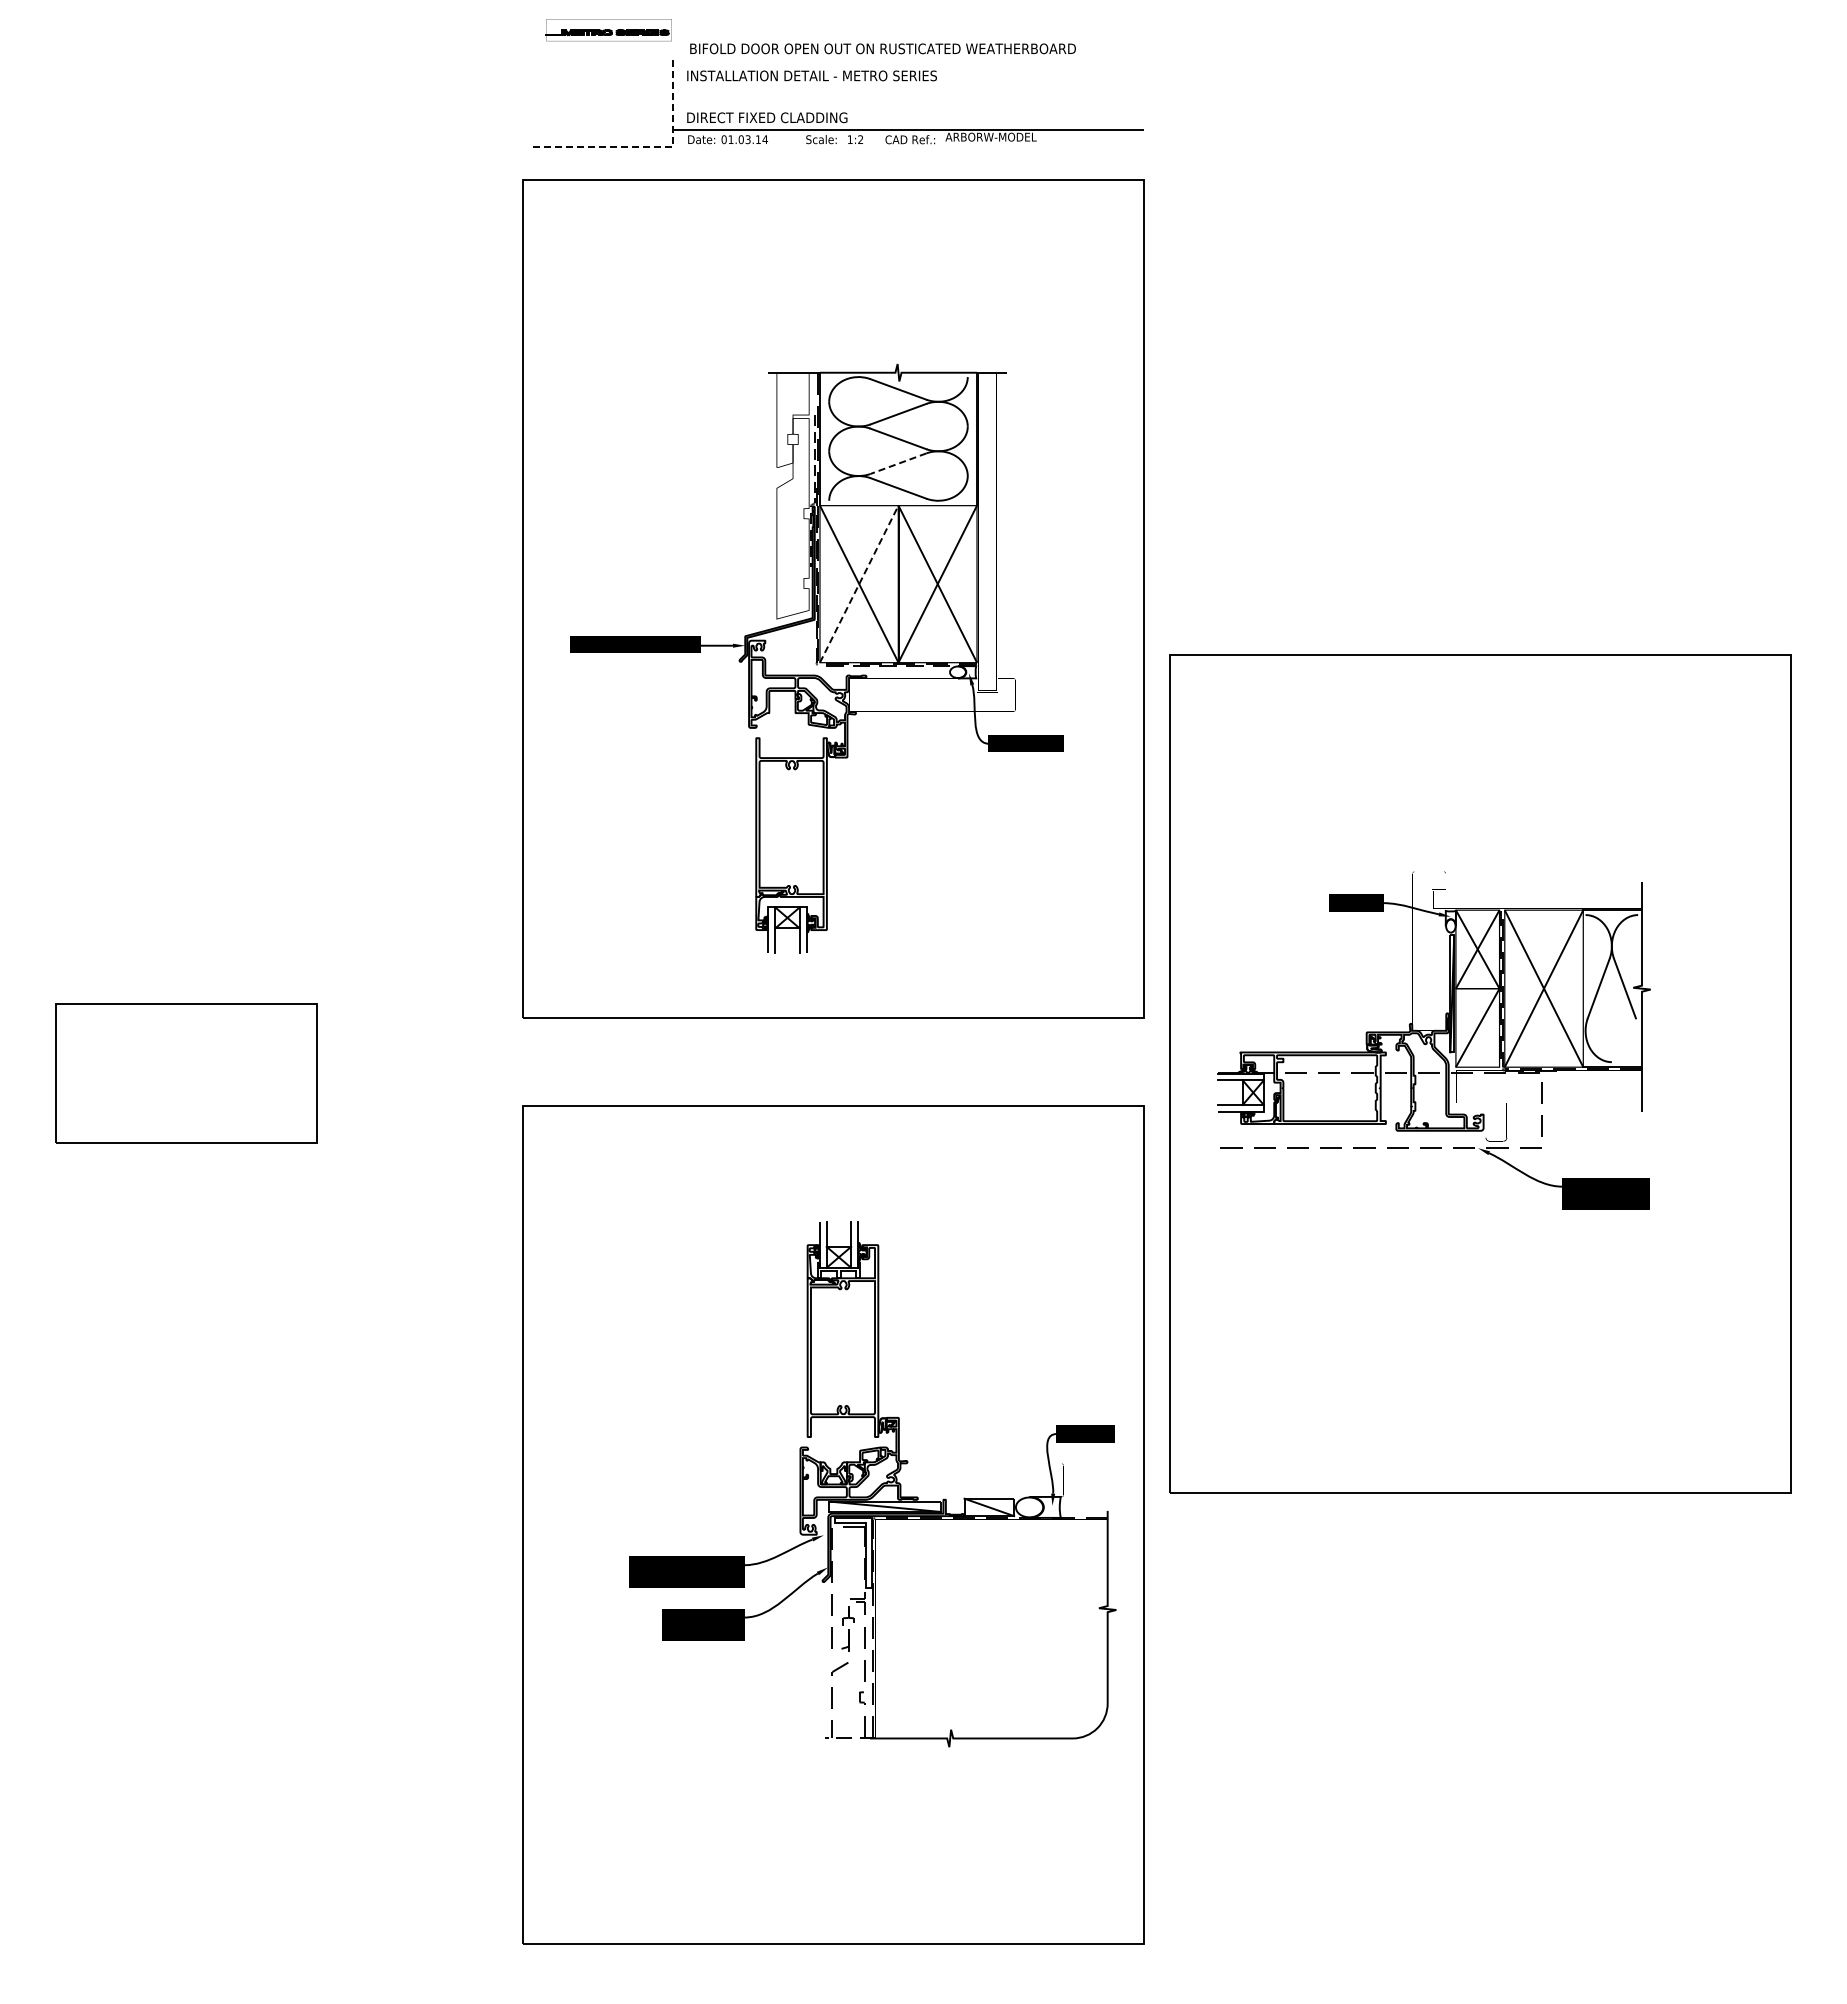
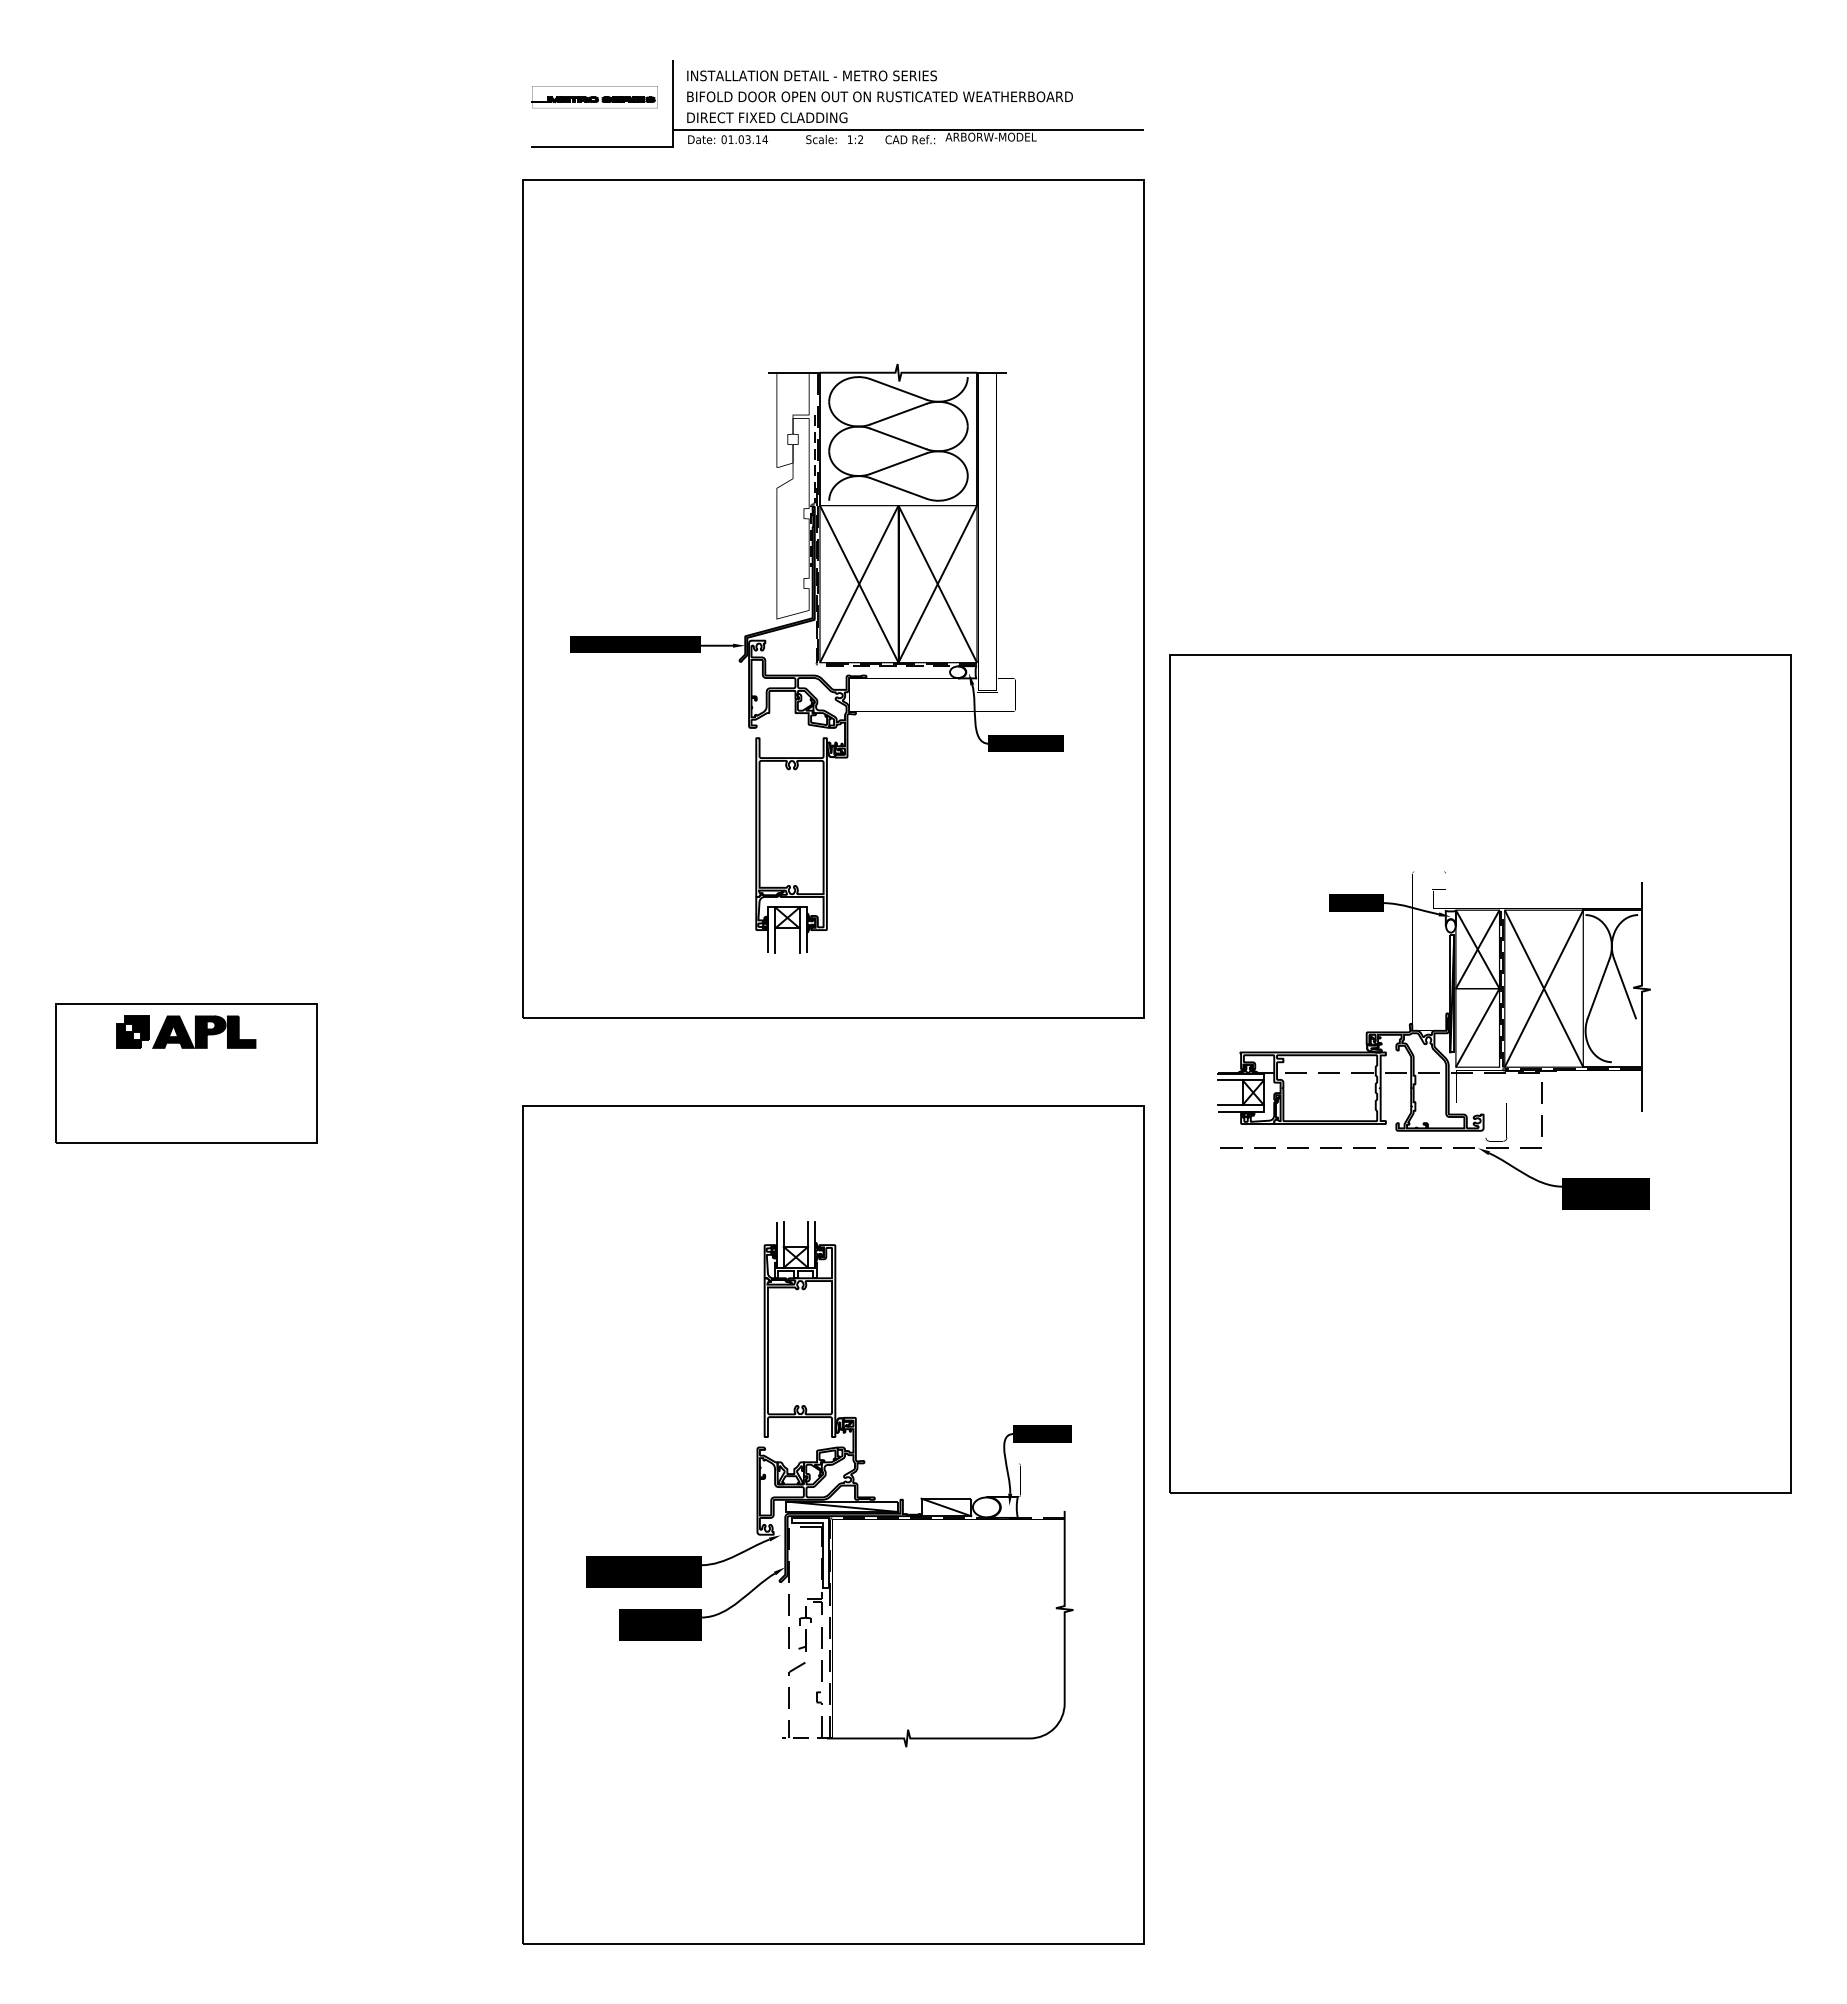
part at (608, 30) position: (608, 30) -> (594, 97)
text at (882, 48) position: (882, 48) -> (879, 96)
line at (646, 147): dashed -> solid
line at (898, 463): dashed -> solid
line at (859, 584): dashed -> solid
part at (186, 1031): none -> present
part at (872, 1484) position: (872, 1484) -> (829, 1484)
